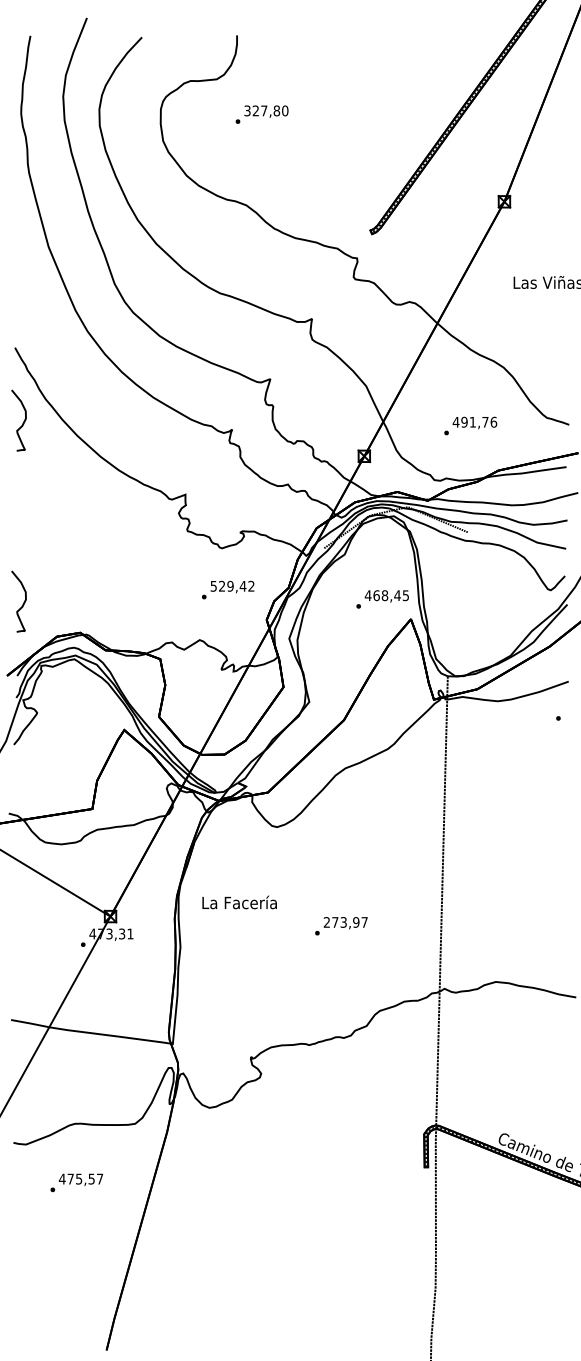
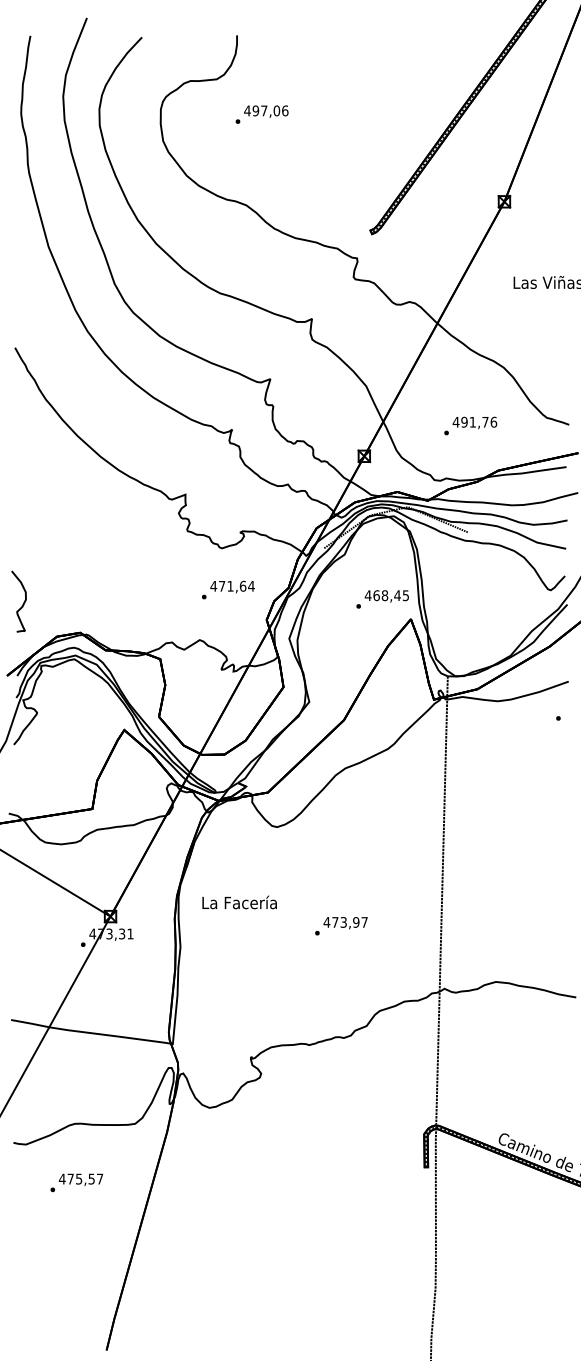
text at (266, 110): 327,80 -> 497,06
curve at (22, 423): present -> none
text at (232, 585): 529,42 -> 471,64
text at (326, 922): 273,97 -> 473,97
